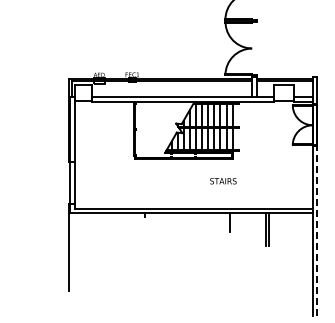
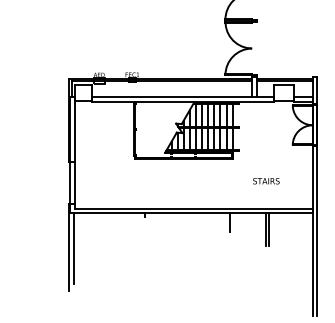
text at (223, 181) position: (223, 181) -> (266, 181)
line at (317, 230): dashed -> solid
line at (74, 248): none -> present
